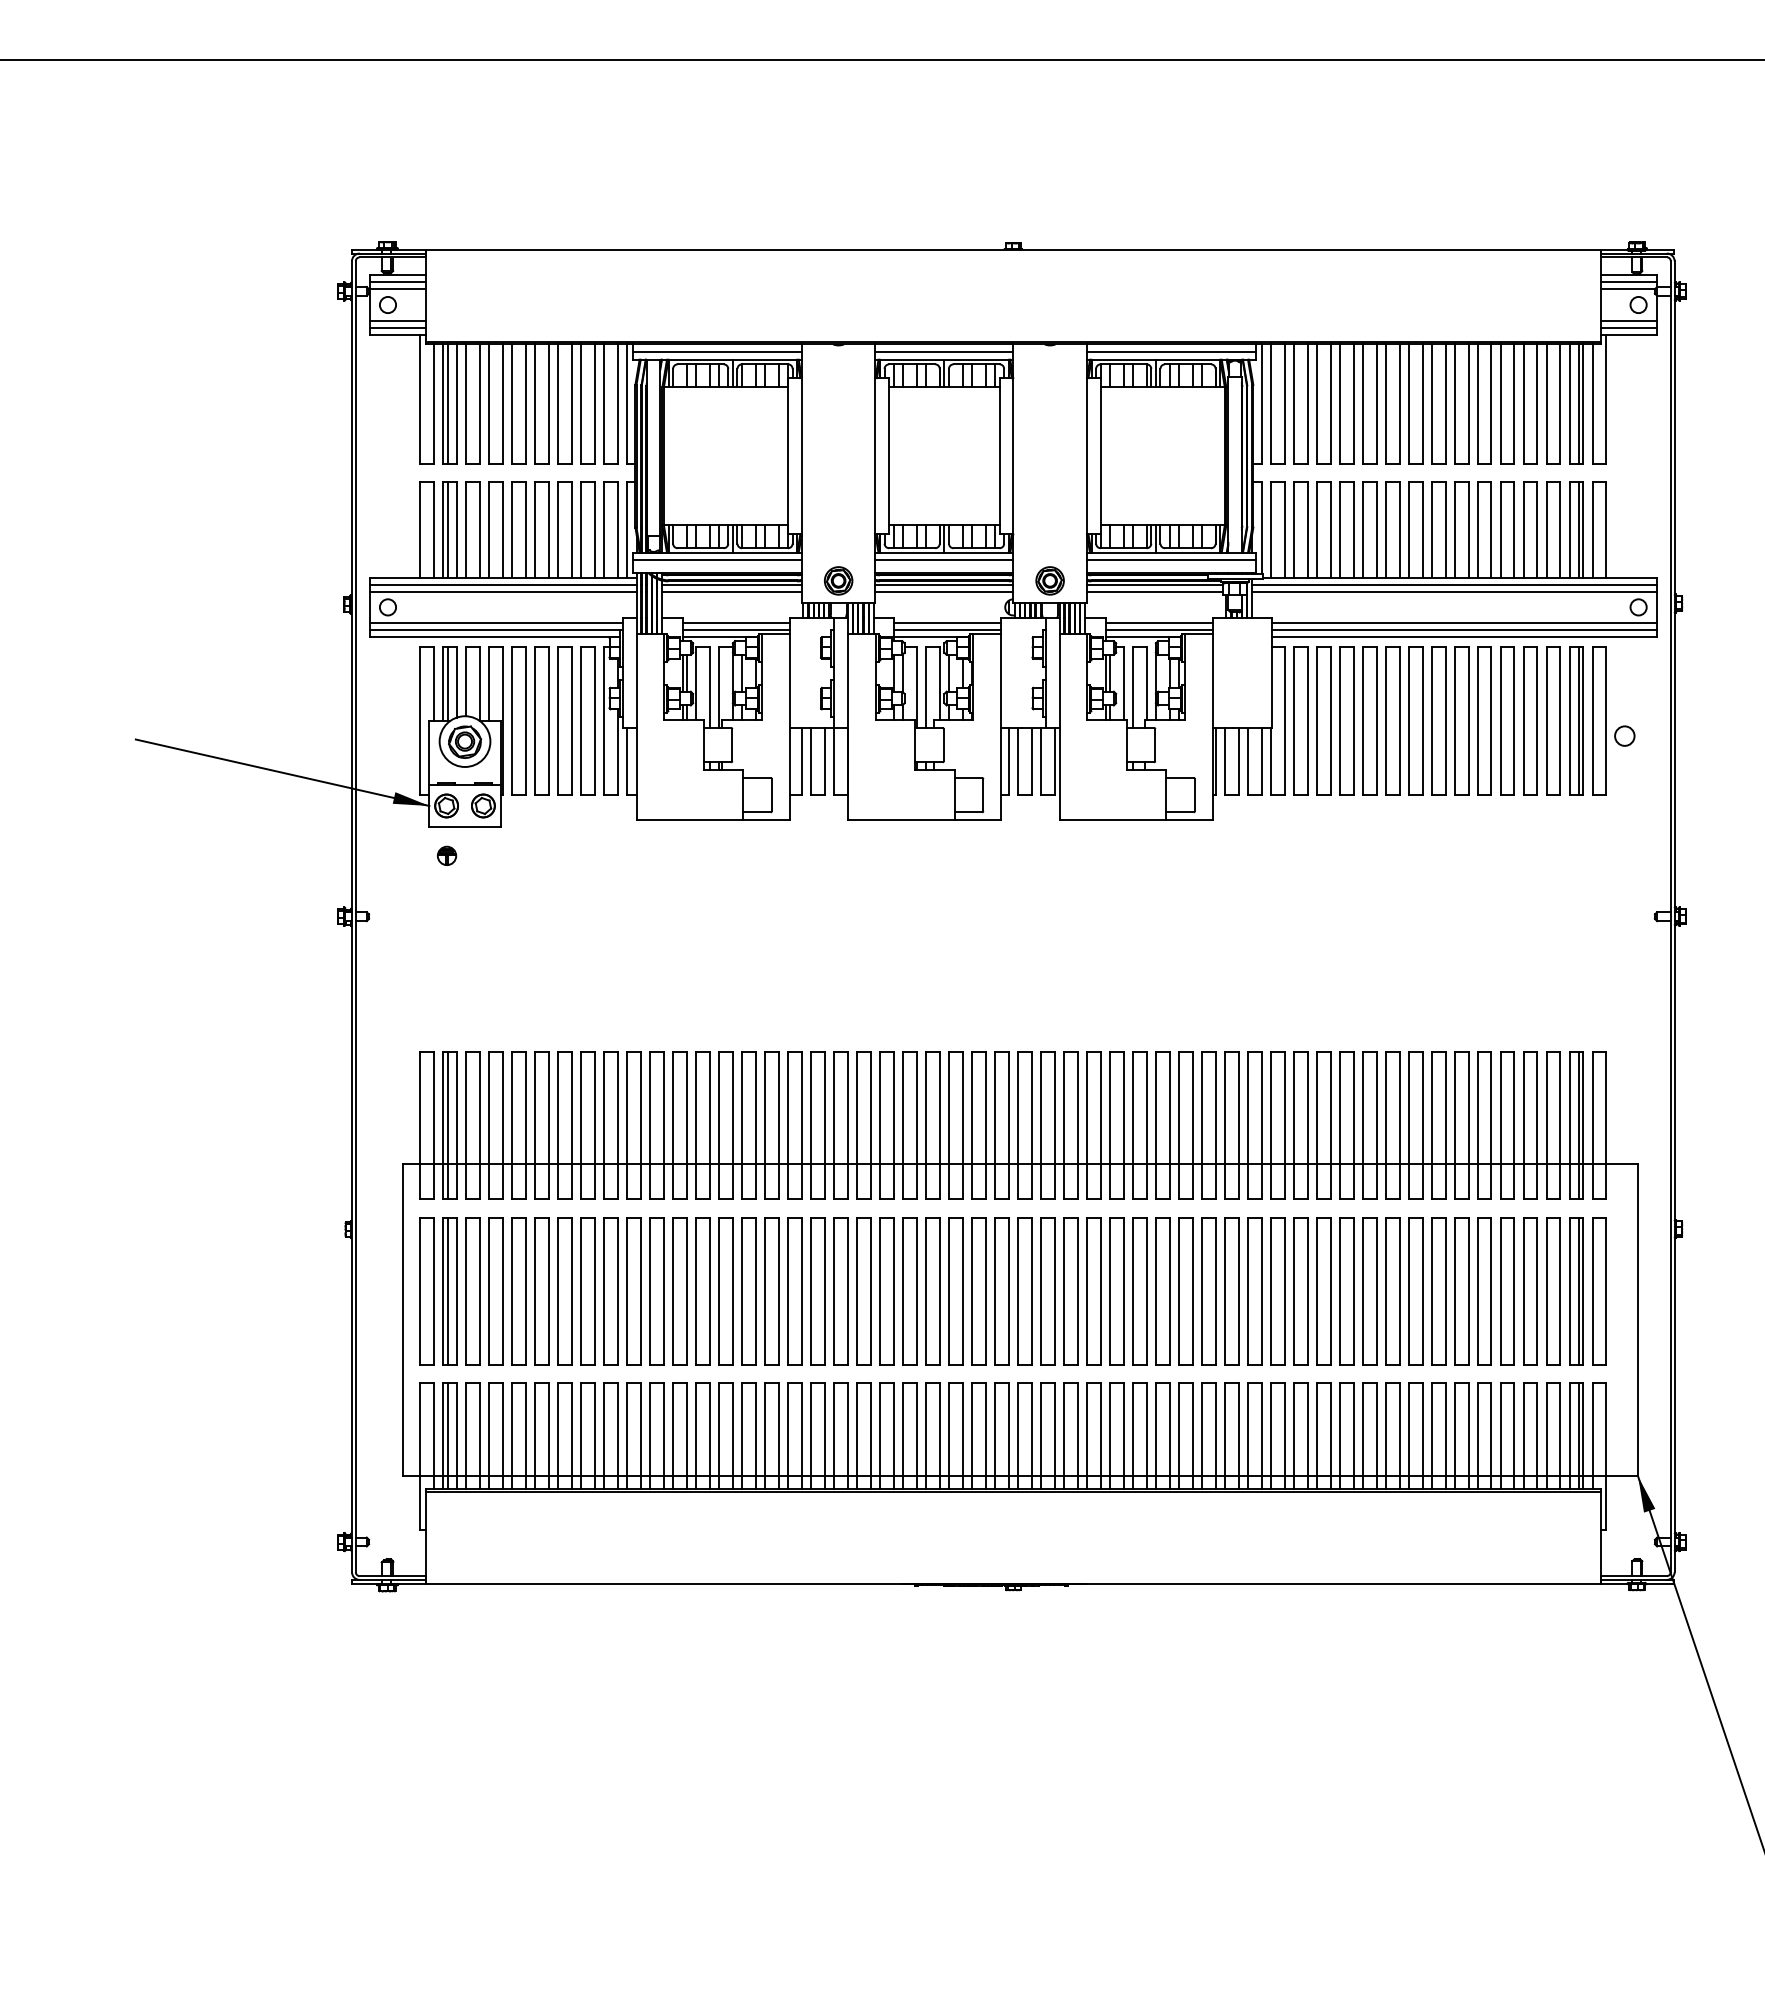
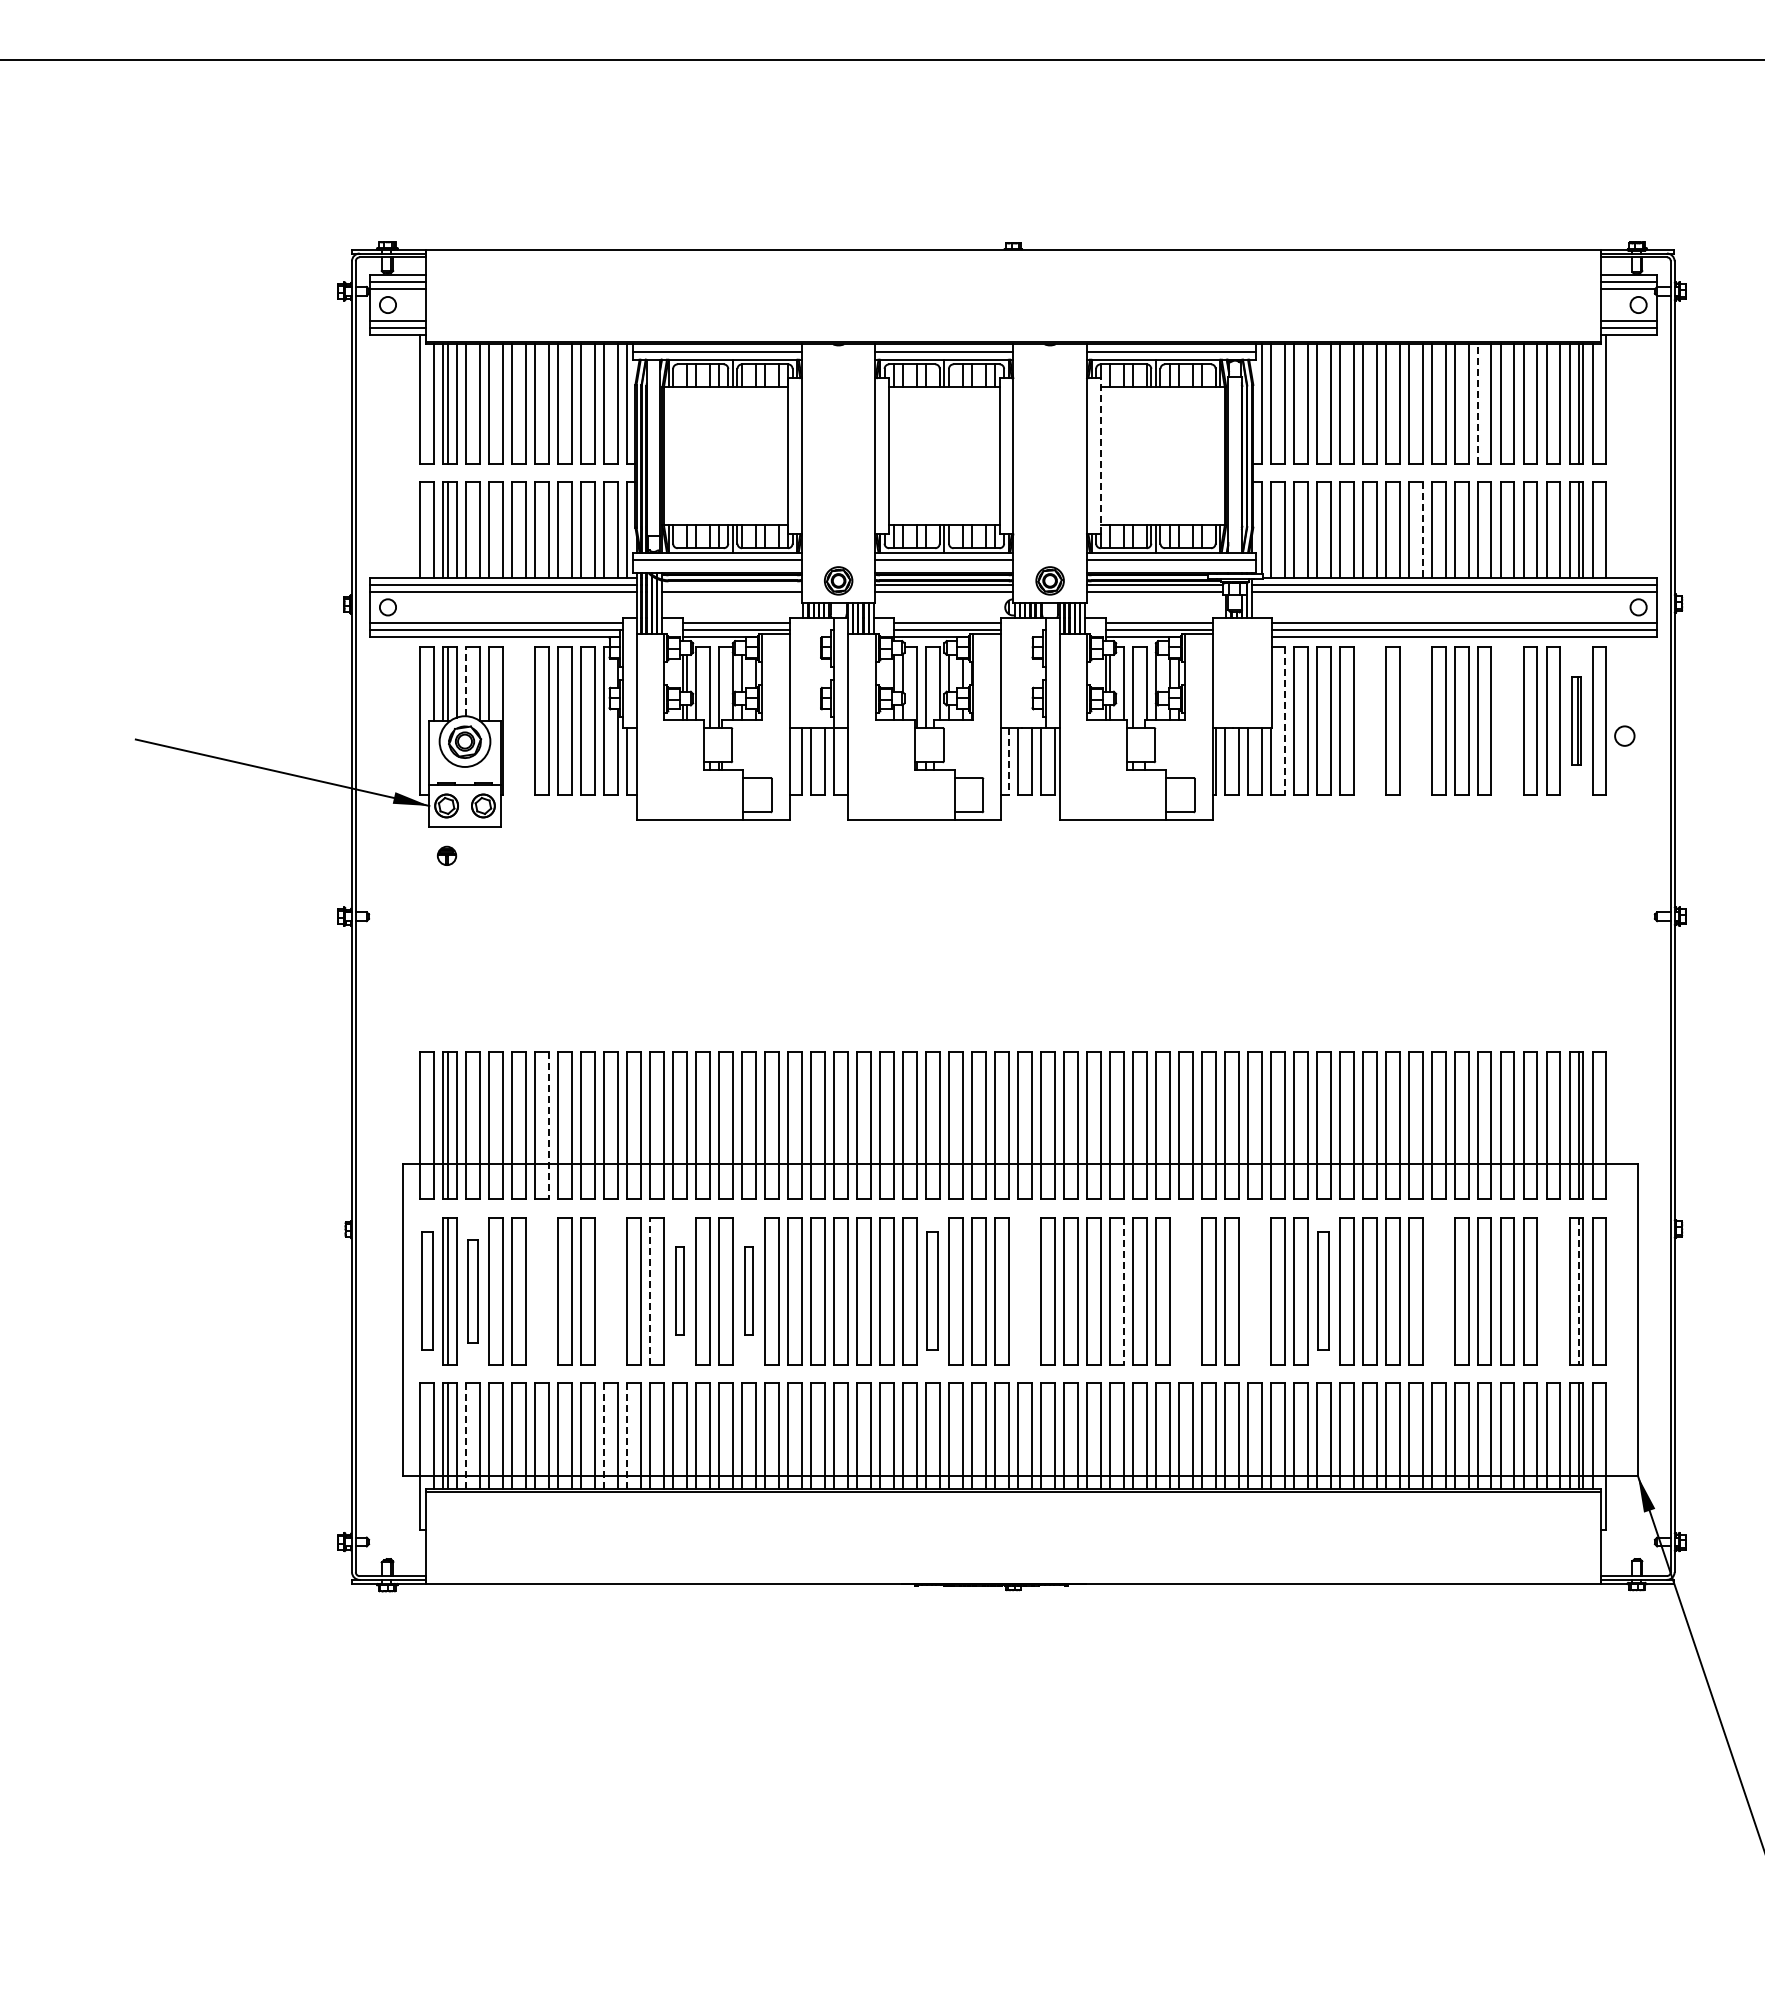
line at (1477, 403): solid -> dashed
line at (1100, 455): solid -> dashed
line at (1422, 529): solid -> dashed
line at (731, 584): present -> none
line at (466, 681): solid -> dashed
part at (518, 720): present -> none
part at (1369, 720): present -> none
part at (1415, 720): present -> none
part at (1507, 720): present -> none
part at (1576, 720) size: 15x150 px -> 11x90 px
line at (1284, 721): solid -> dashed
line at (1008, 762): solid -> dashed
line at (548, 1125): solid -> dashed
part at (426, 1291) size: 16x149 px -> 13x120 px
part at (472, 1291) size: 16x149 px -> 12x105 px
part at (541, 1291): present -> none
part at (610, 1291): present -> none
line at (650, 1291): solid -> dashed
part at (679, 1291) size: 16x149 px -> 10x90 px
part at (748, 1291) size: 16x149 px -> 10x90 px
part at (932, 1291) size: 16x149 px -> 13x120 px
part at (1024, 1291): present -> none
line at (1123, 1291): solid -> dashed
part at (1185, 1291): present -> none
part at (1254, 1291): present -> none
part at (1323, 1291) size: 16x149 px -> 13x120 px
part at (1438, 1291): present -> none
part at (1553, 1291): present -> none
line at (1578, 1291): solid -> dashed
line at (466, 1436): solid -> dashed
line at (604, 1436): solid -> dashed
line at (627, 1436): solid -> dashed
